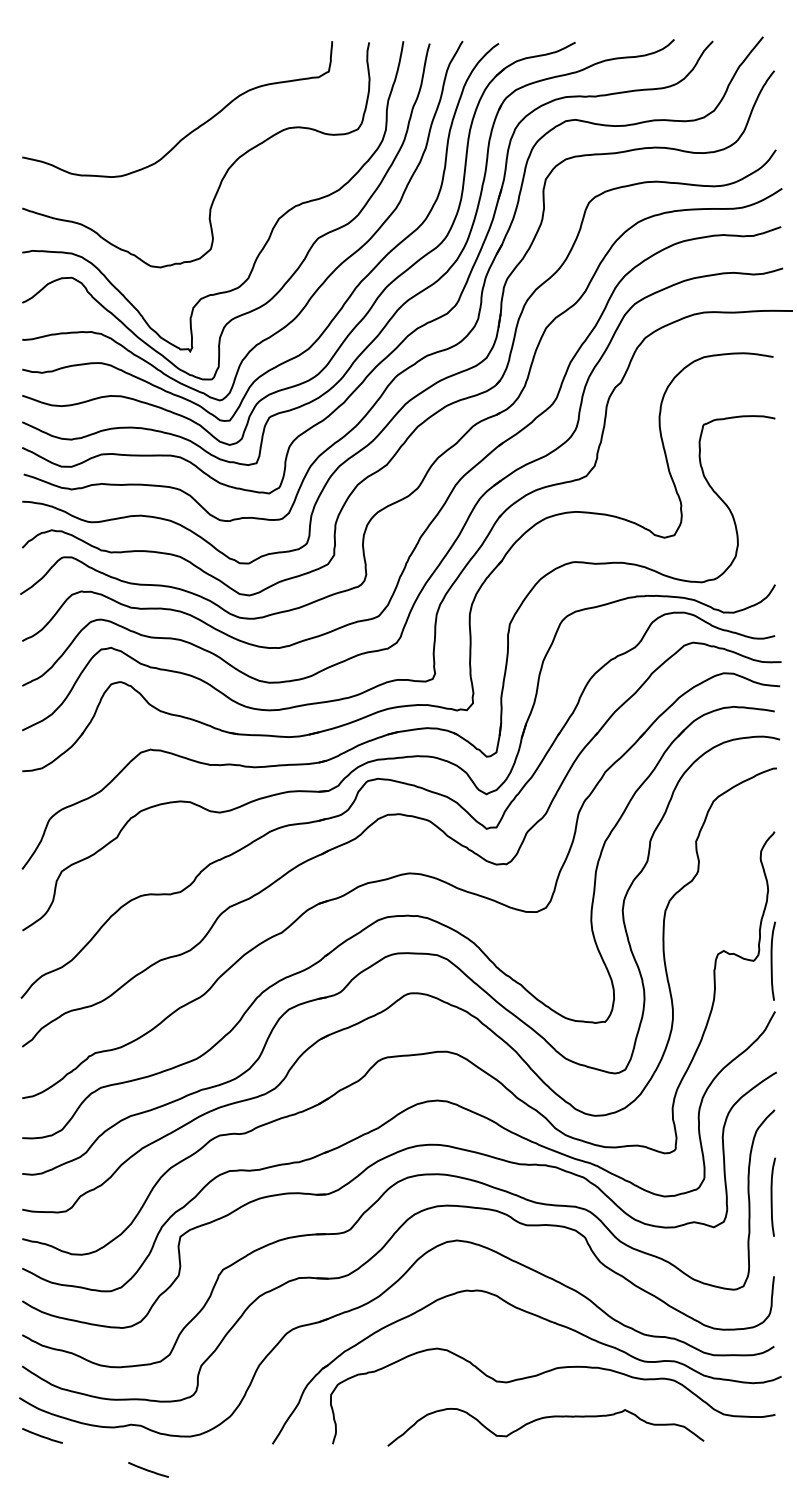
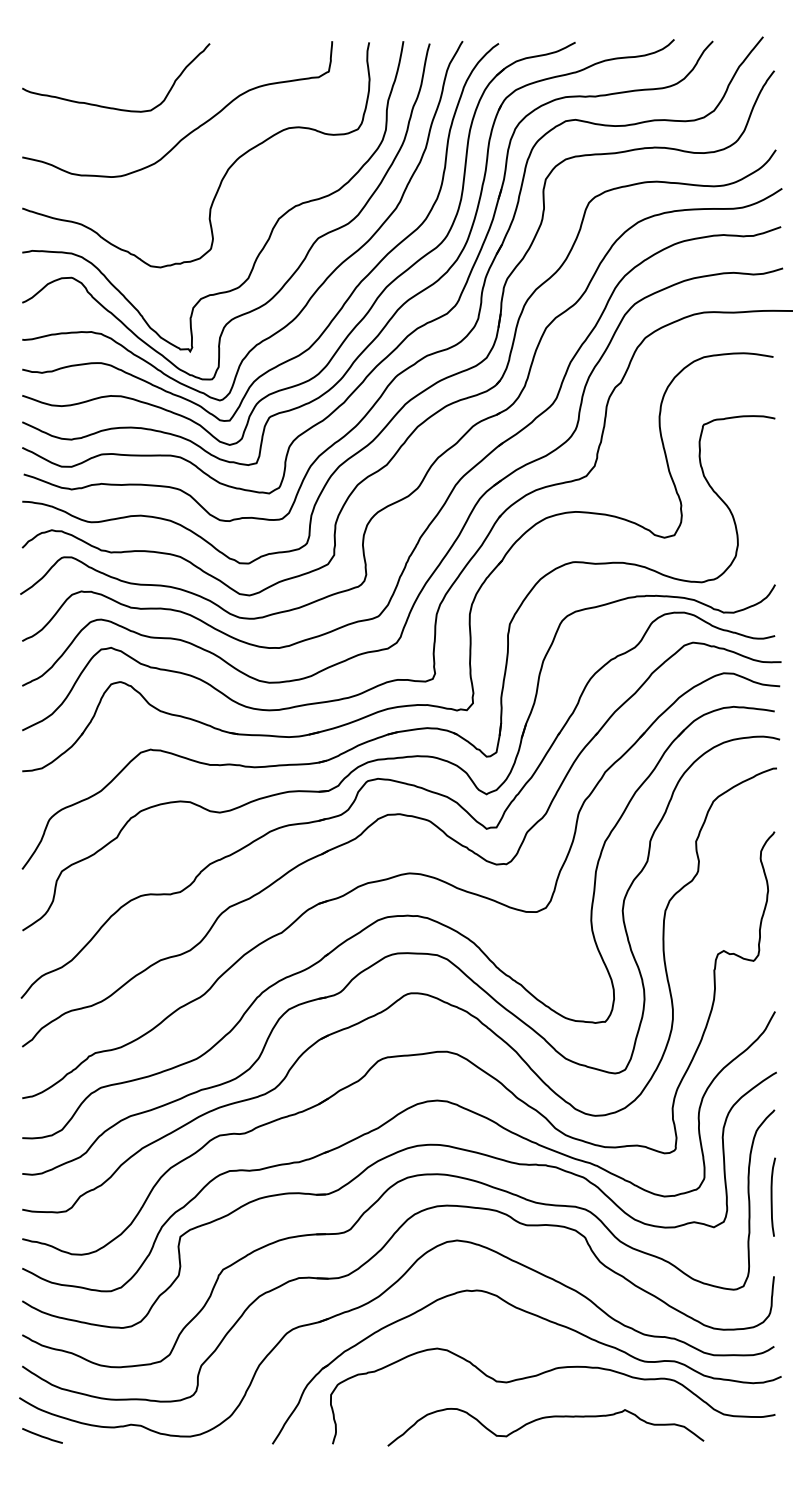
curve at (114, 107): none -> present
curve at (772, 960): present -> none
line at (148, 1469): present -> none
